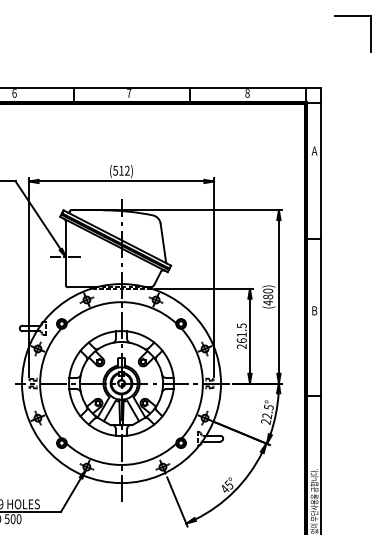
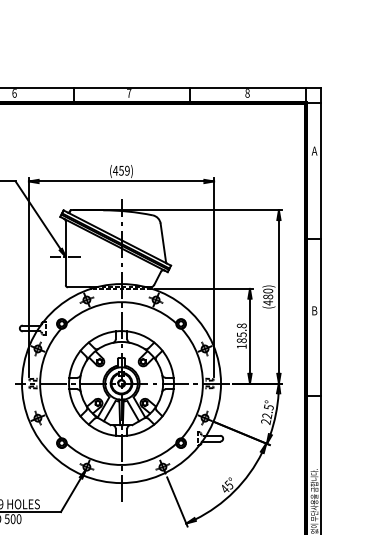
part at (352, 16): present -> none
text at (120, 170): (512) -> (459)
text at (241, 335): 261.5 -> 185.8
